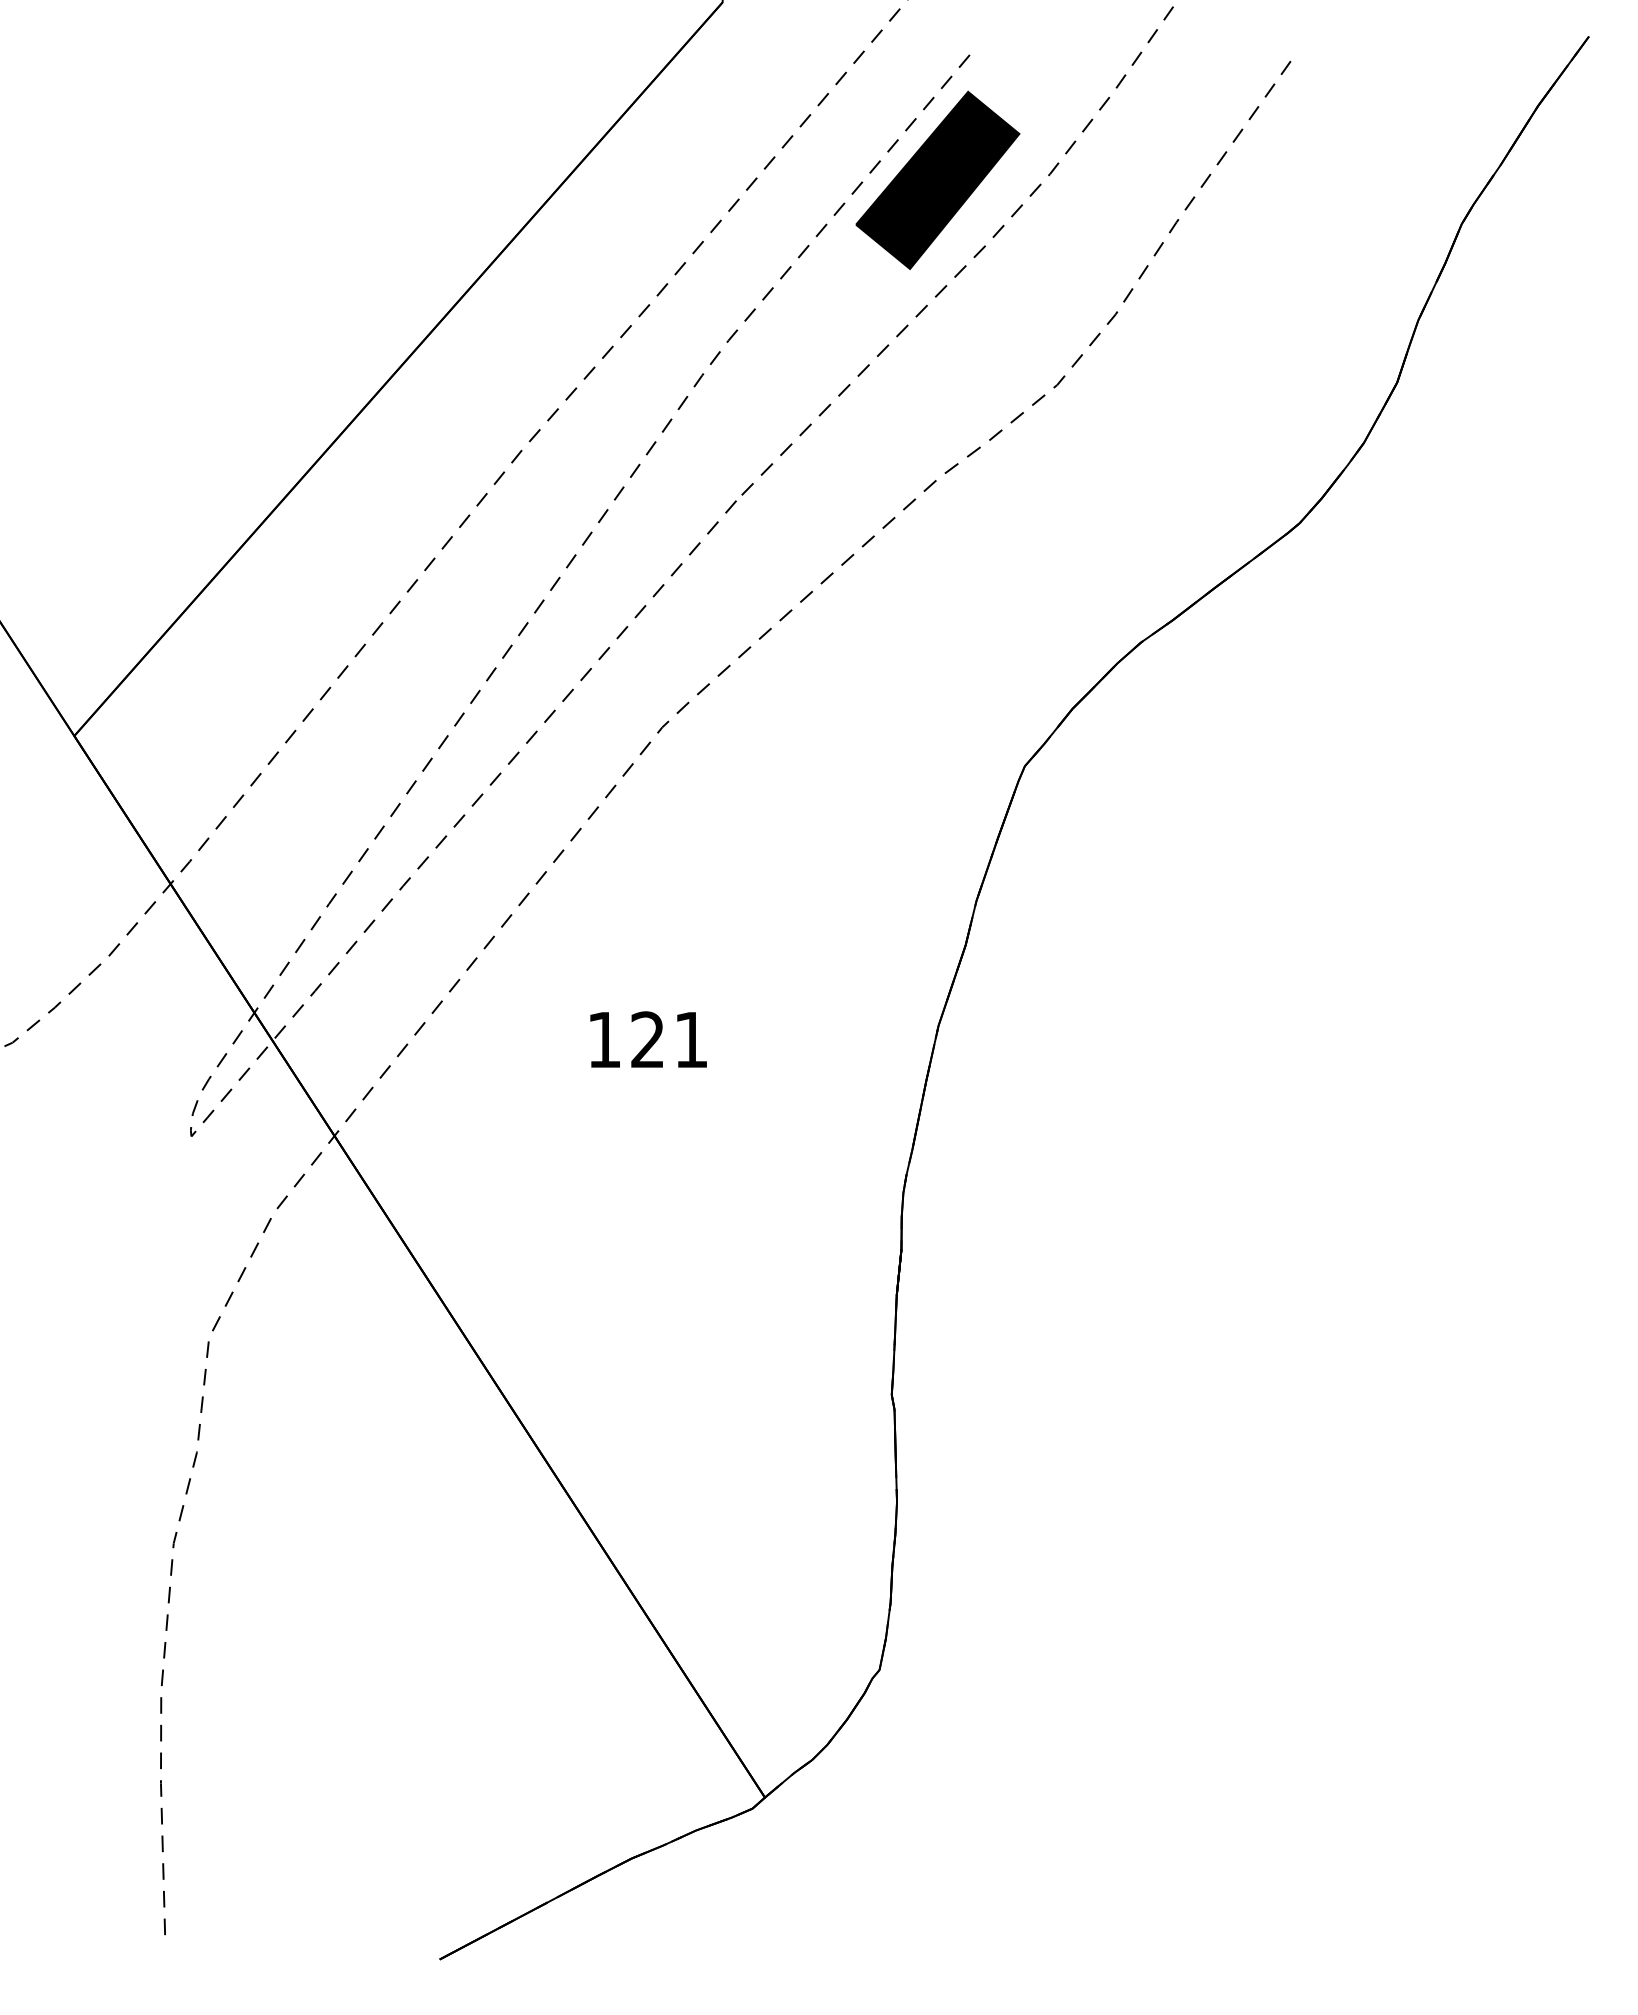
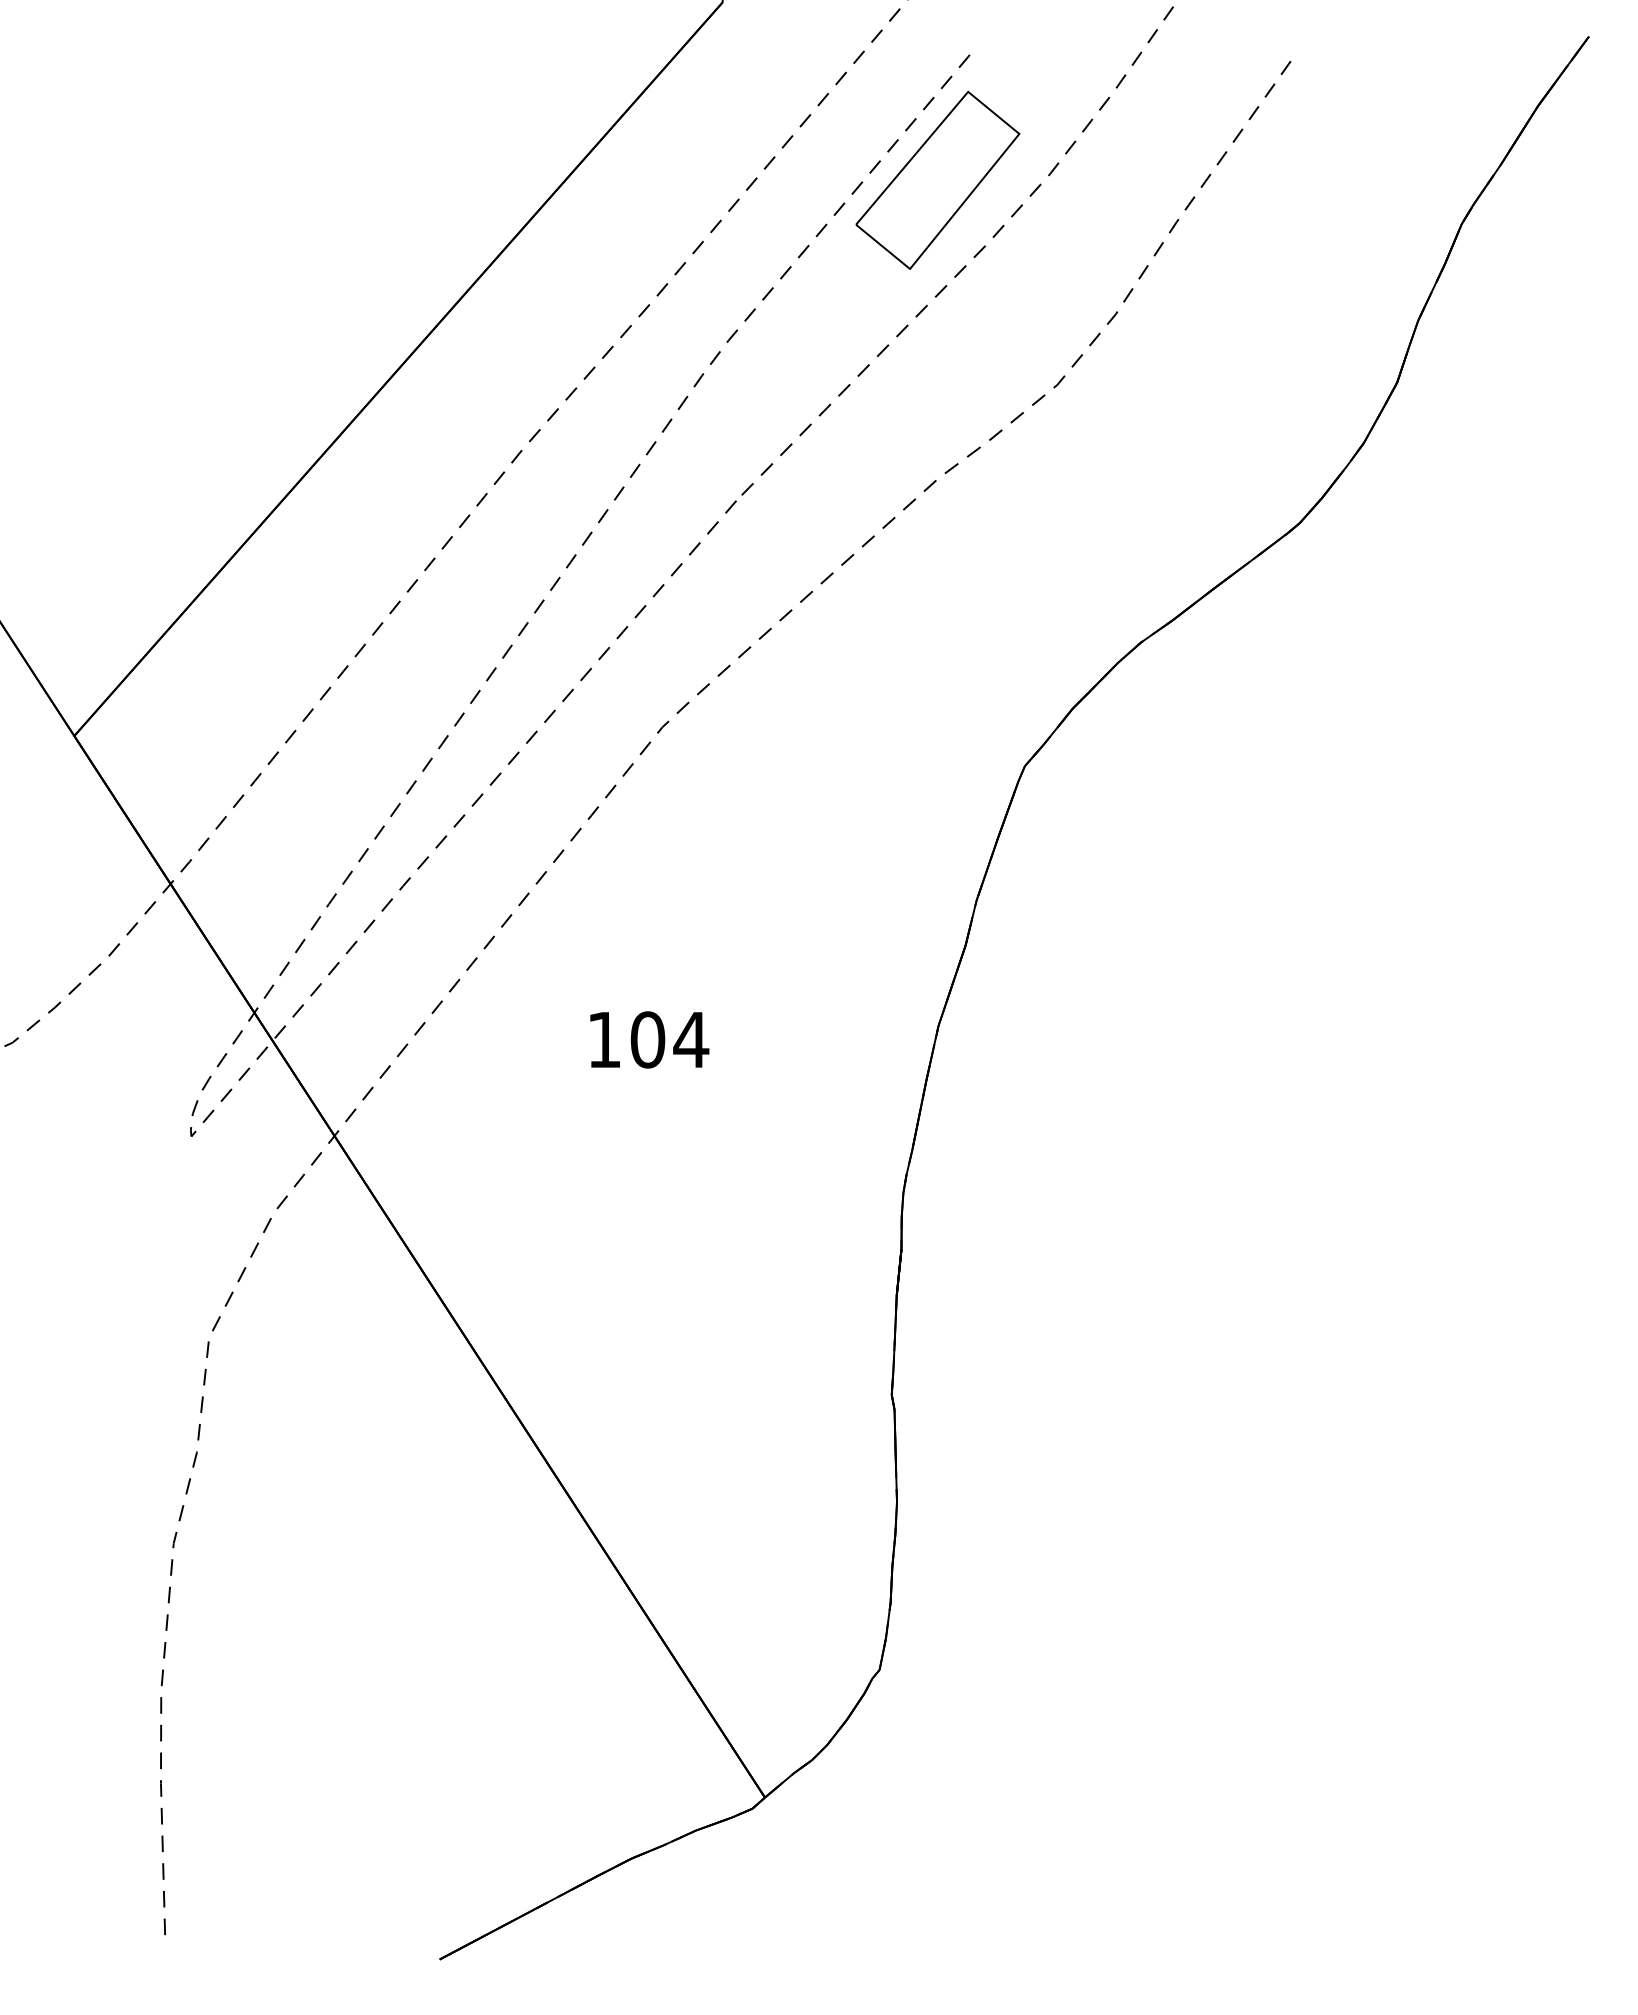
fill at (937, 180): present -> none
text at (669, 1039): 121 -> 104
